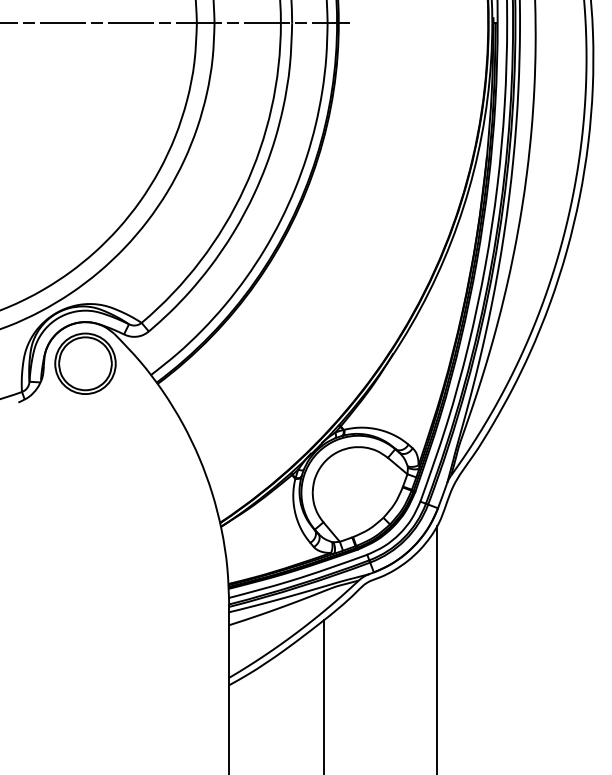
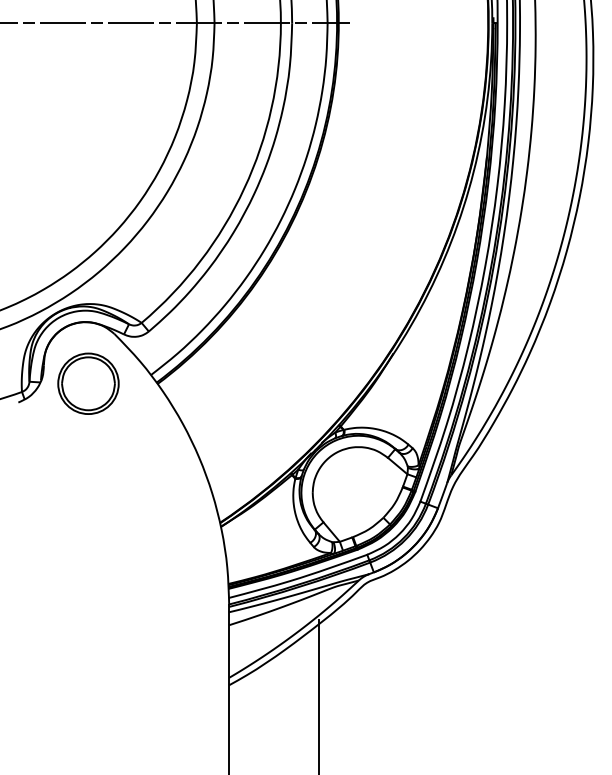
part at (85, 363) position: (85, 363) -> (88, 383)
line at (437, 648): present -> none
line at (323, 695) position: (323, 695) -> (318, 695)
